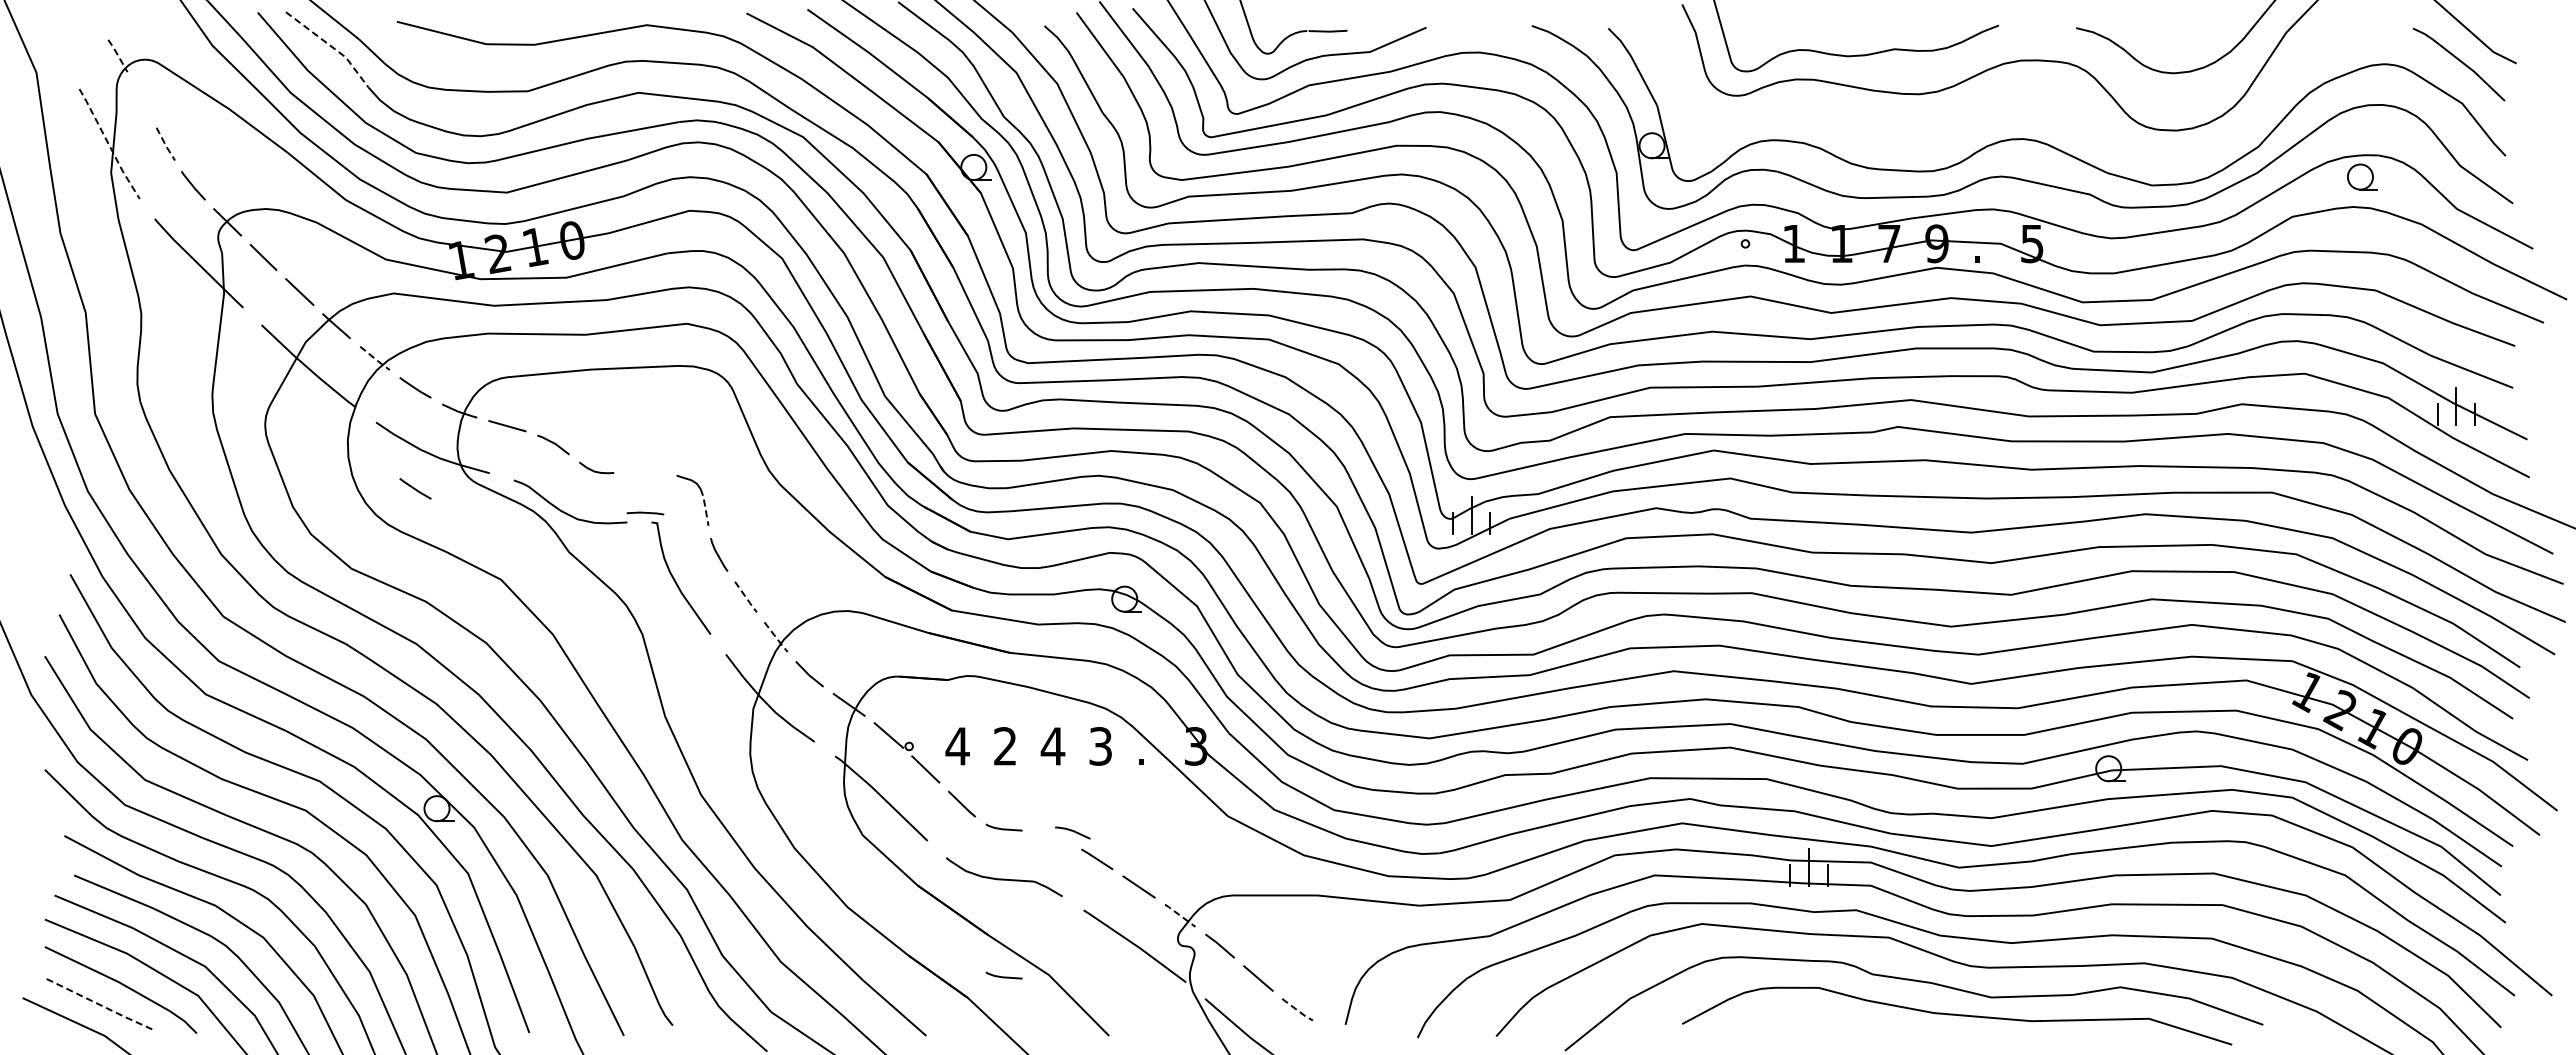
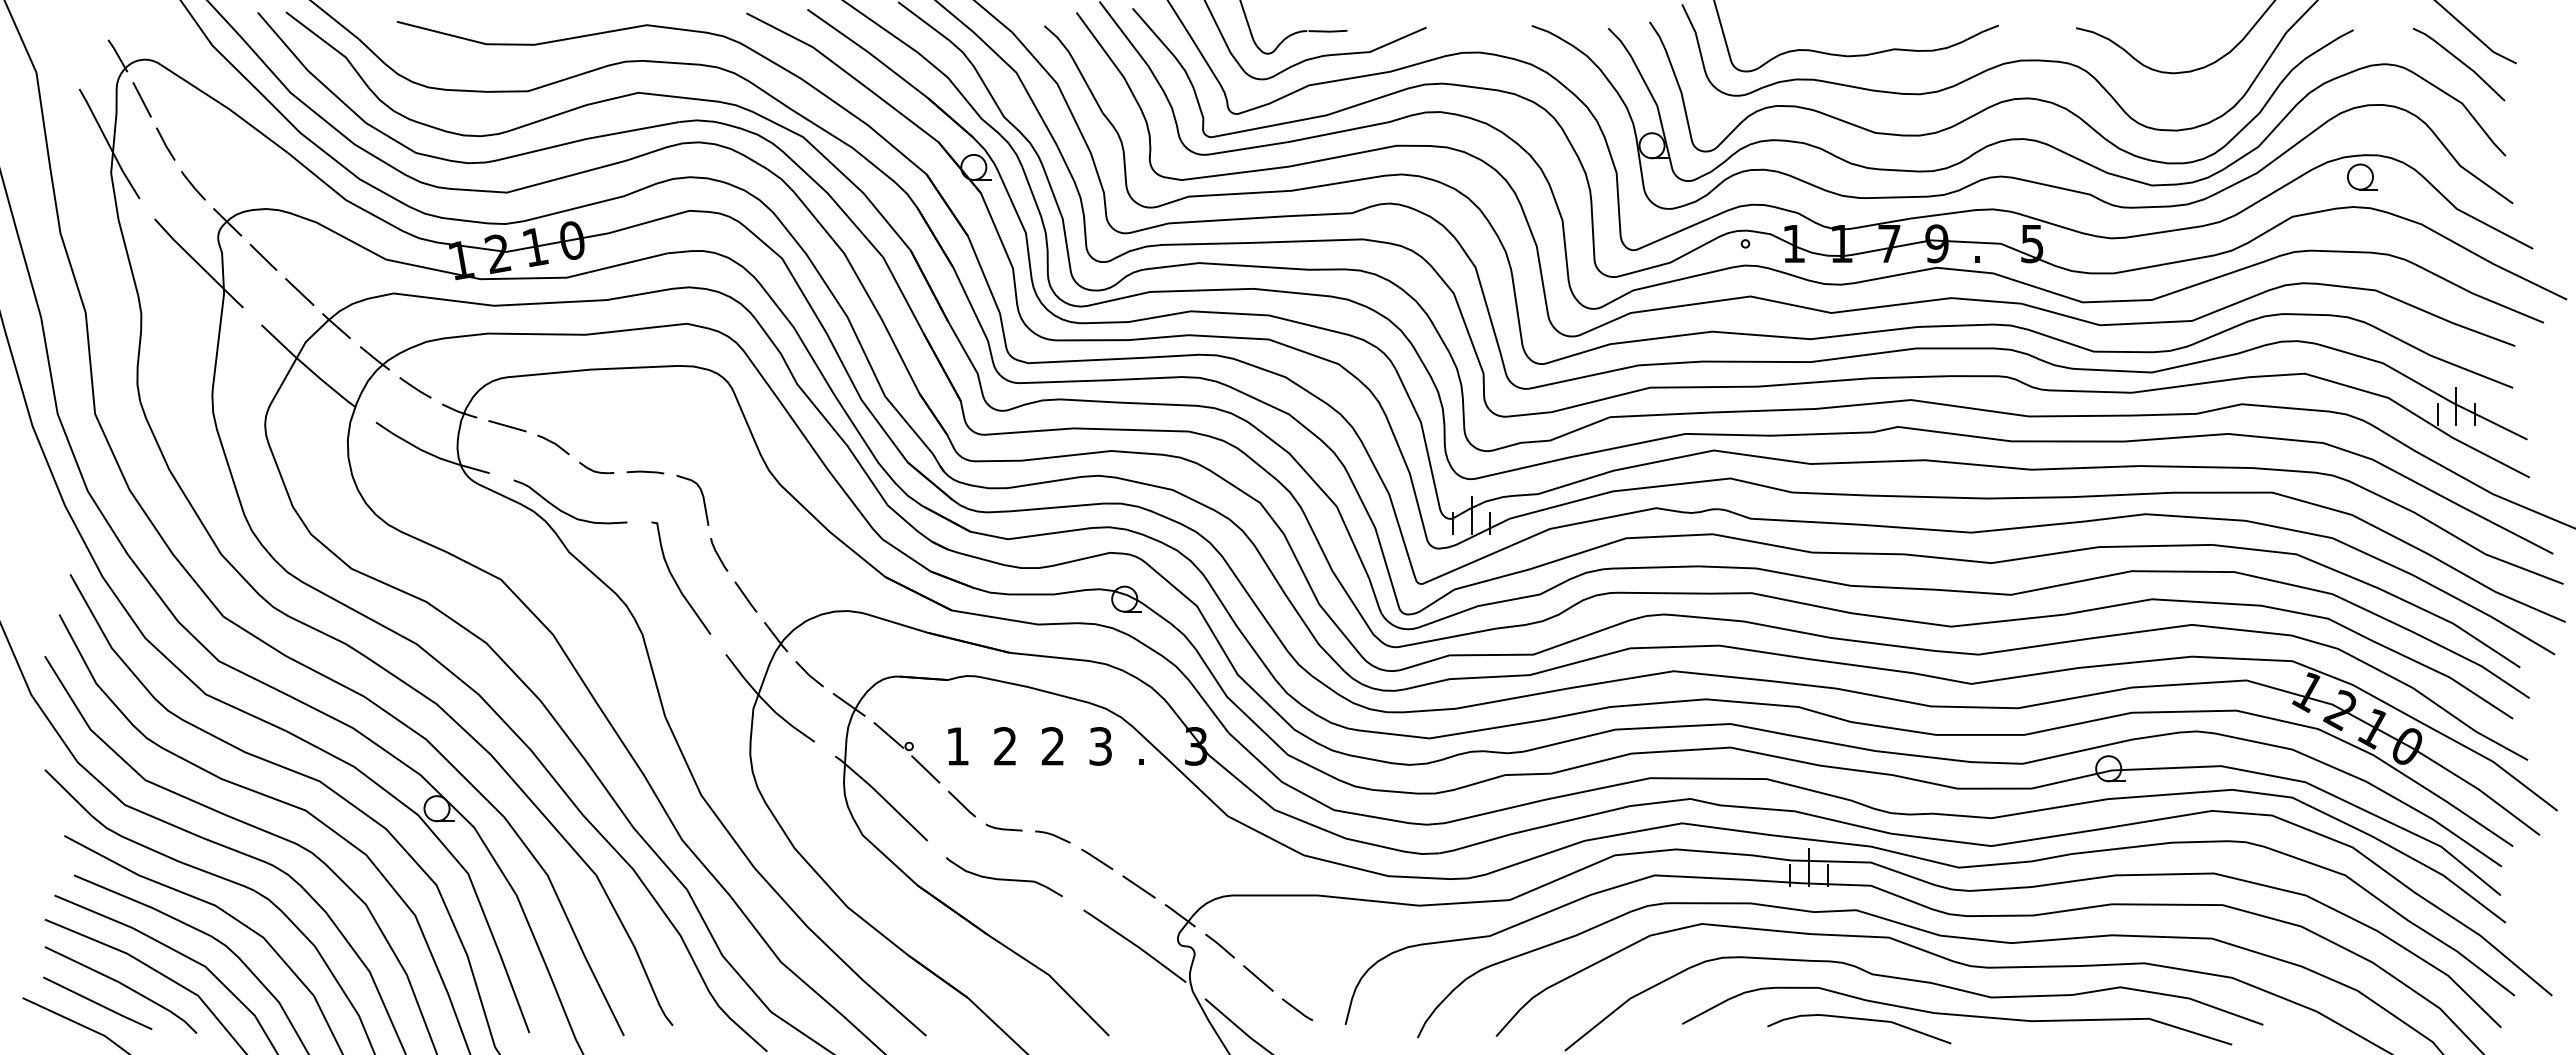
line at (331, 46): dashed -> solid
line at (117, 55): dashed -> solid
line at (141, 99): none -> present
part at (2003, 100): none -> present
line at (108, 144): dashed -> solid
line at (165, 145): dashed -> solid
line at (375, 358): dashed -> solid
line at (415, 488): present -> none
line at (705, 506): dashed -> solid
line at (645, 513) position: (645, 513) -> (645, 472)
line at (746, 598): dashed -> solid
line at (776, 637): dashed -> solid
text at (957, 746): 4 -> 1
text at (1052, 746): 4 -> 2
curve at (1072, 831) position: (1072, 831) -> (1052, 835)
line at (1179, 915): dashed -> solid
line at (1003, 976): present -> none
line at (97, 1003): dashed -> solid
line at (1297, 1010): dashed -> solid
curve at (1862, 1020): none -> present
